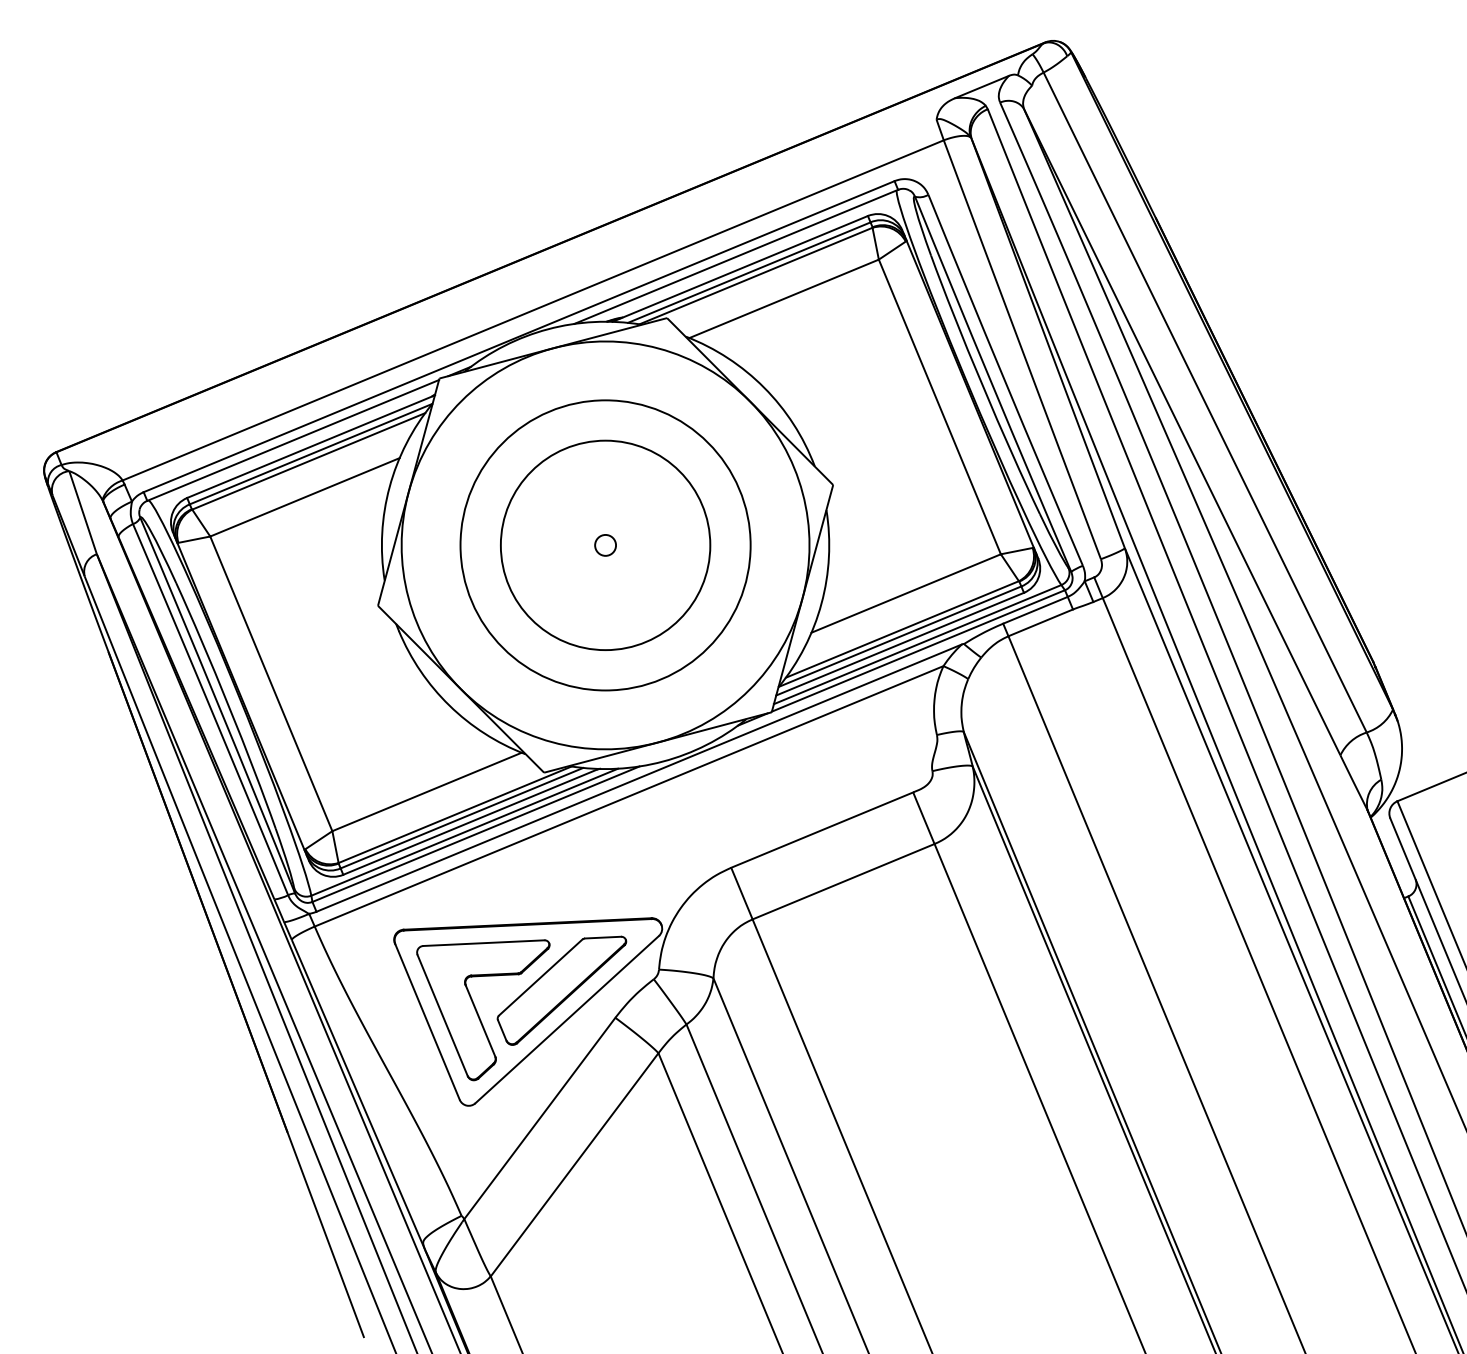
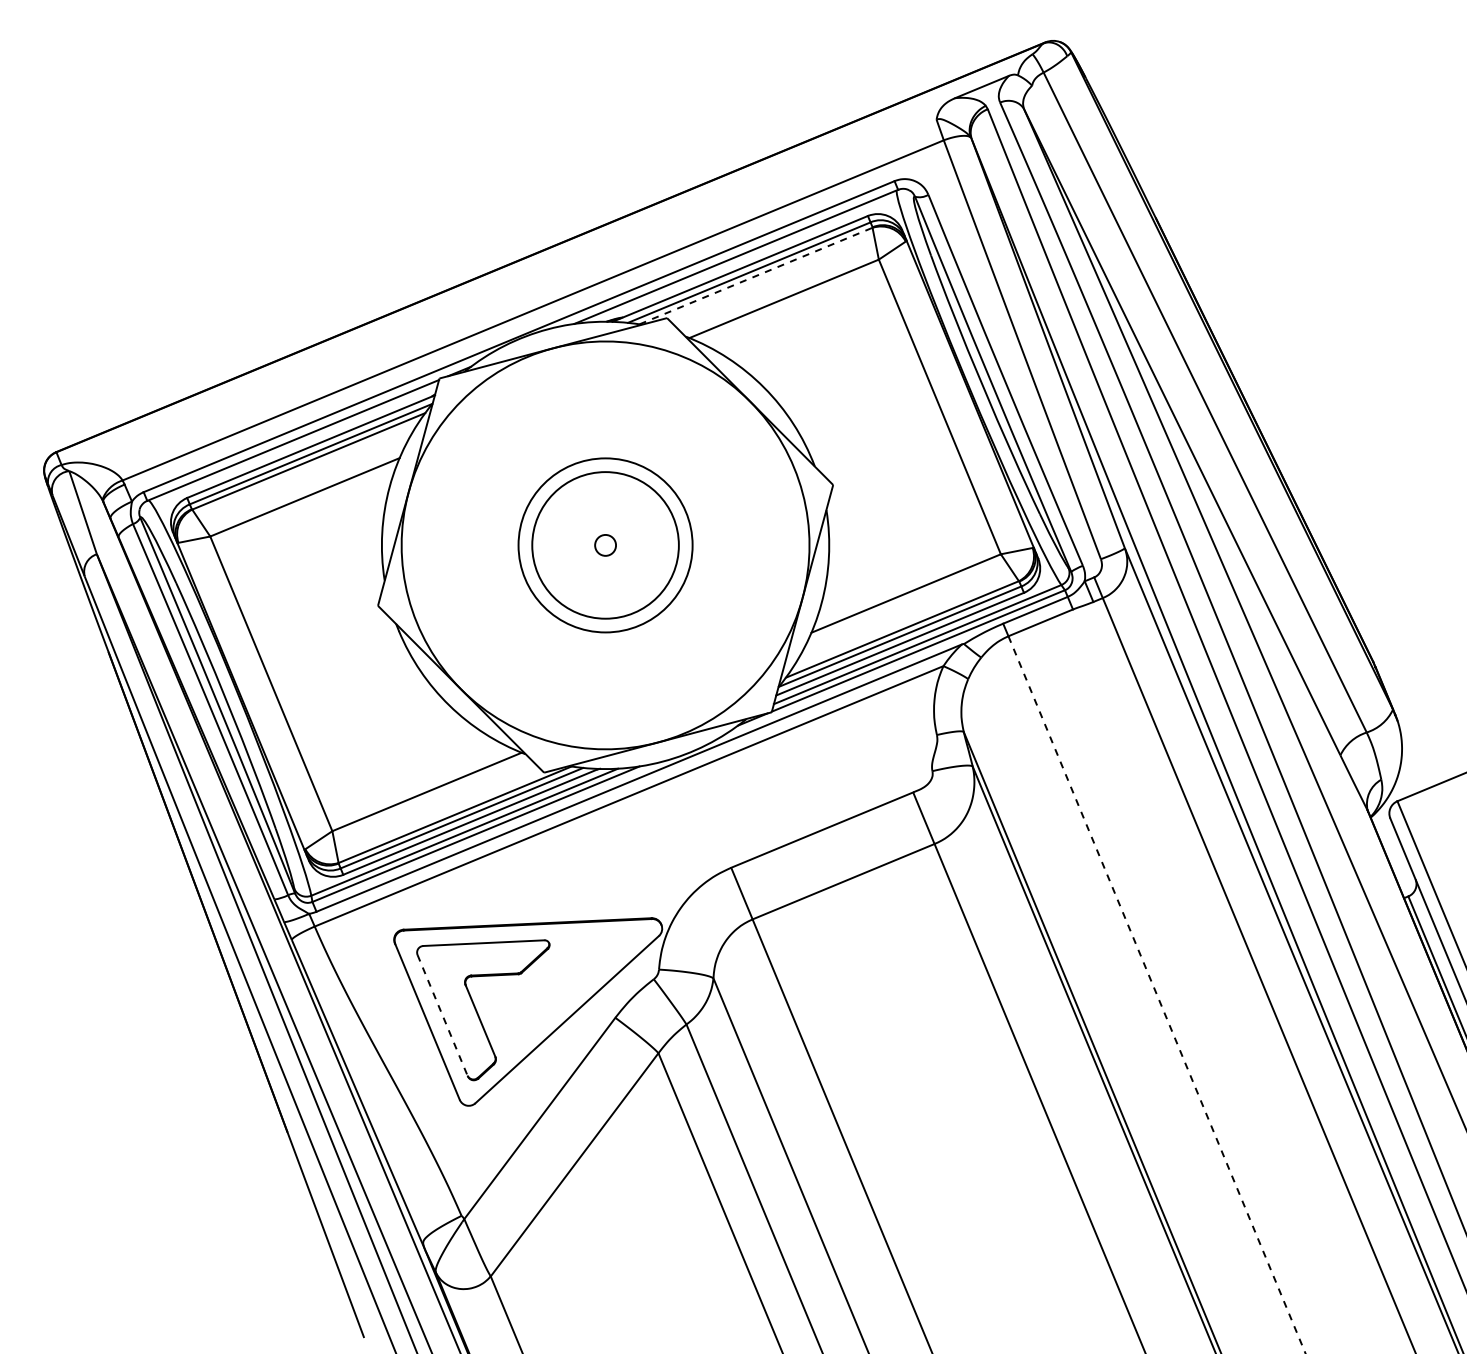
line at (756, 275): solid -> dashed
circle at (605, 545) diameter: 209 px -> 147 px
circle at (605, 545) diameter: 290 px -> 174 px
part at (561, 990): present -> none
line at (1156, 994): solid -> dashed
line at (442, 1015): solid -> dashed
